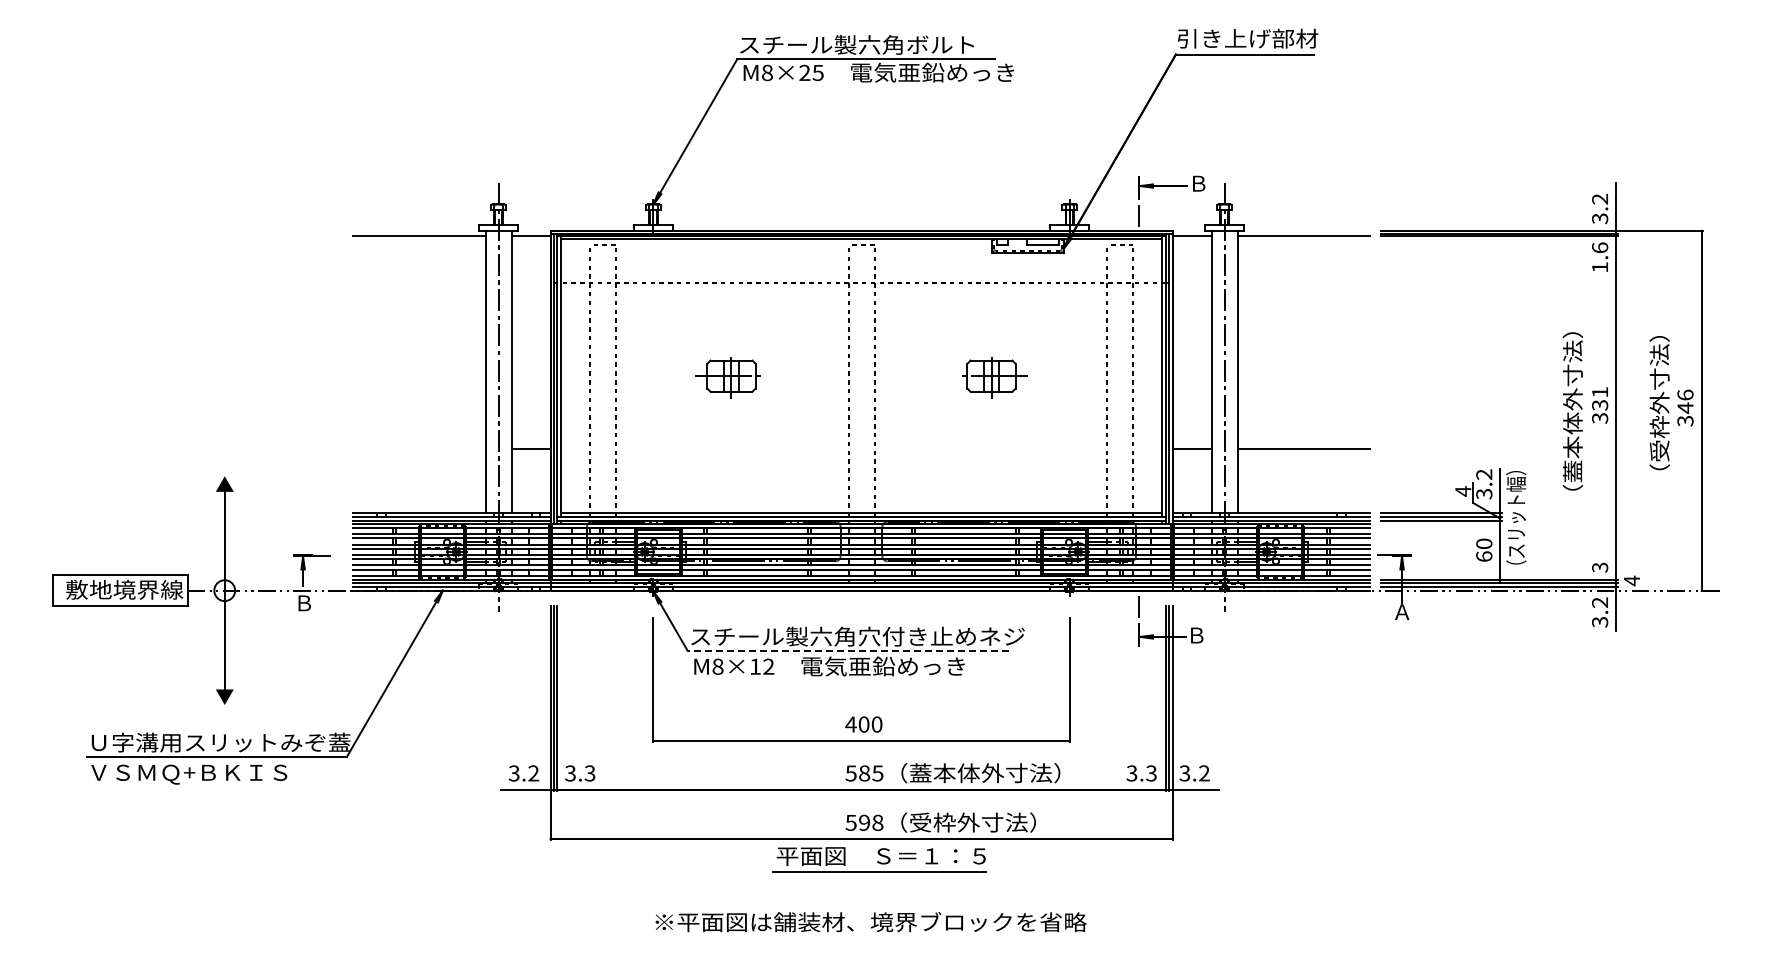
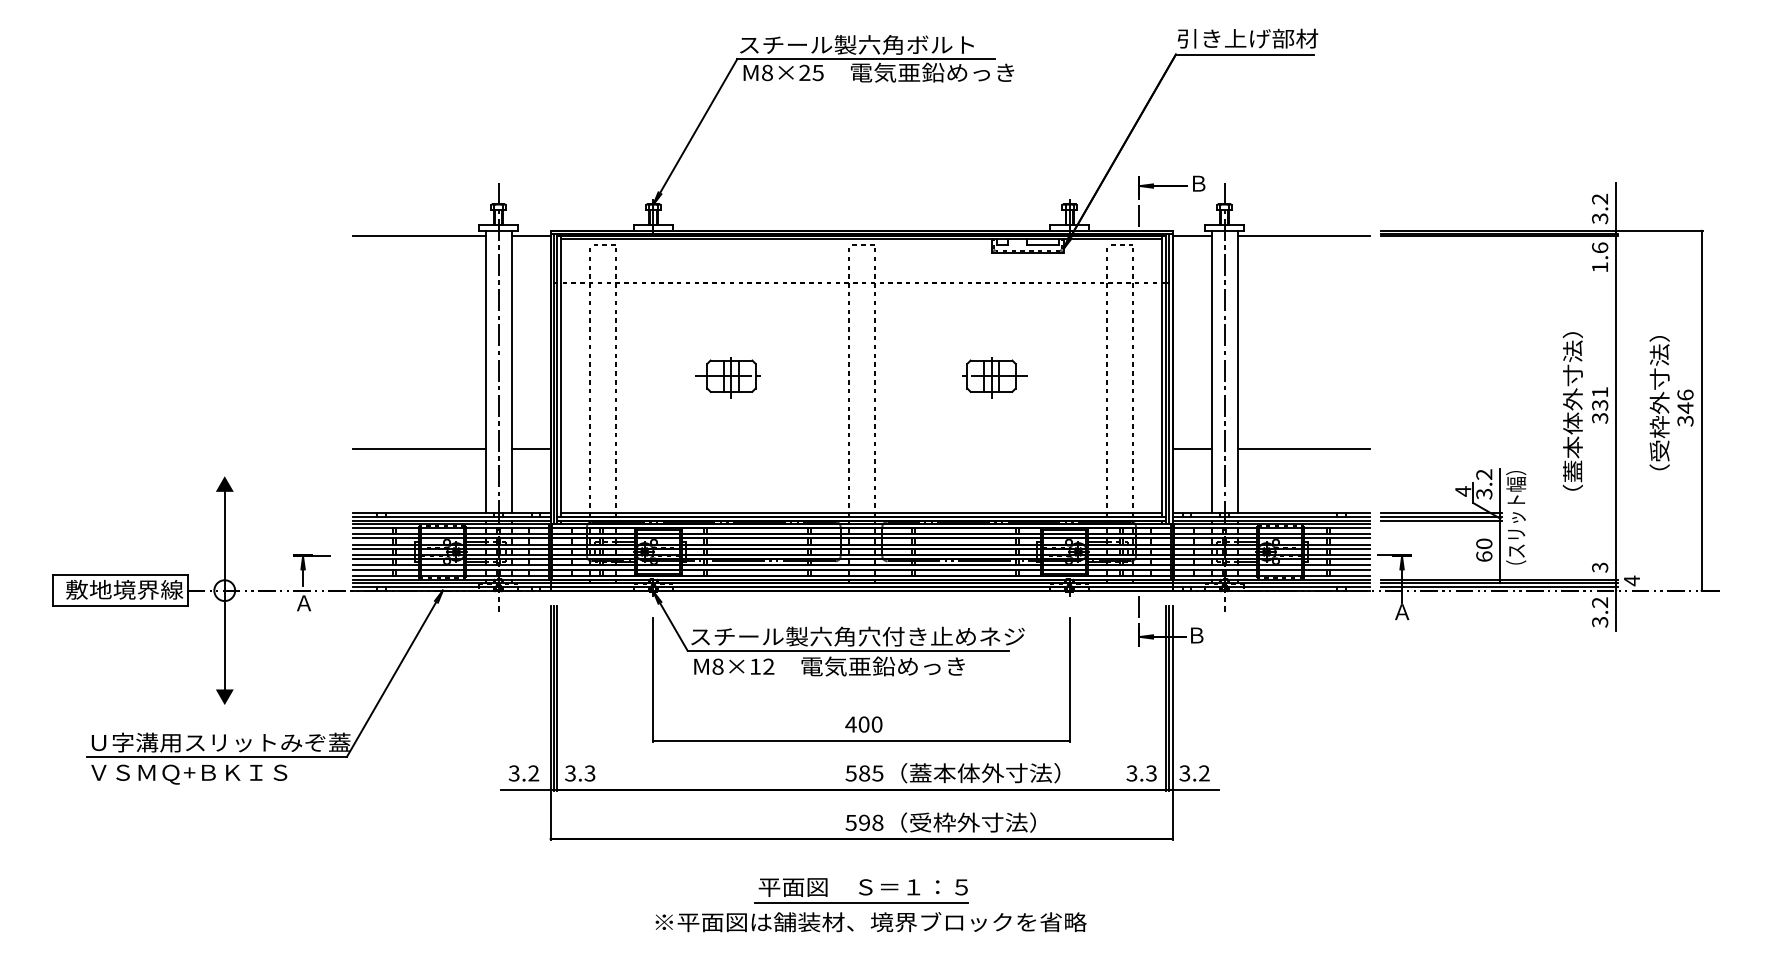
line at (418, 449): none -> present
text at (303, 603): Ｂ -> Ａ
line at (848, 650): dashed -> solid
part at (879, 859) position: (879, 859) -> (861, 890)
